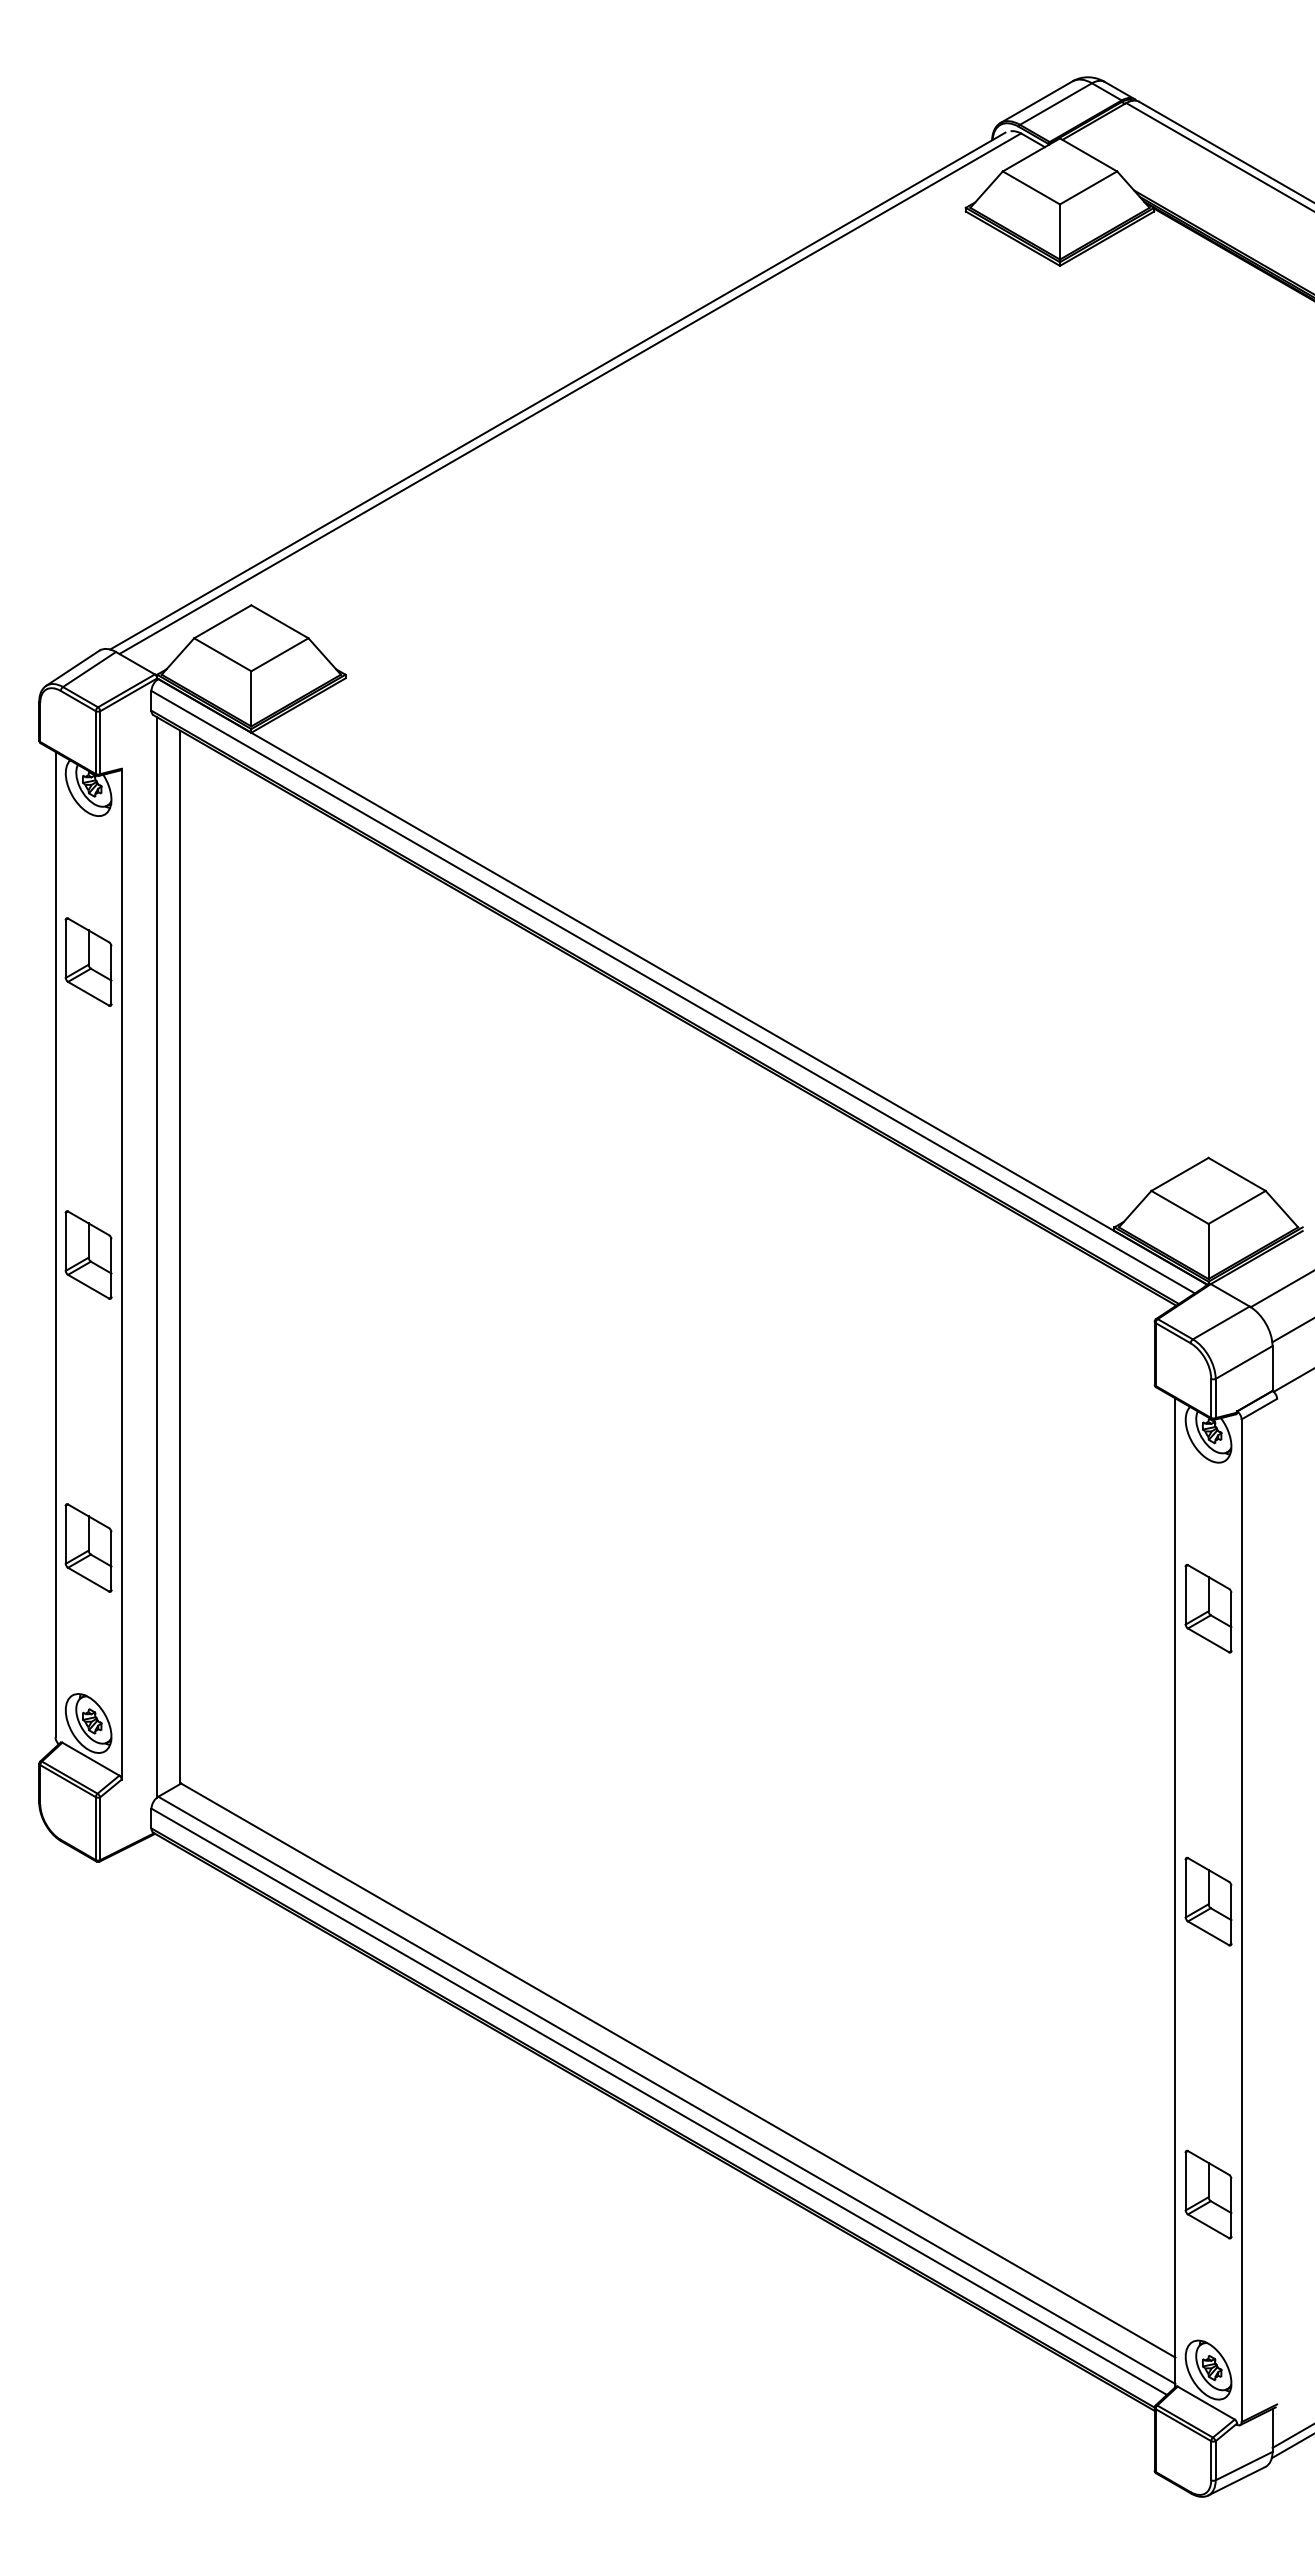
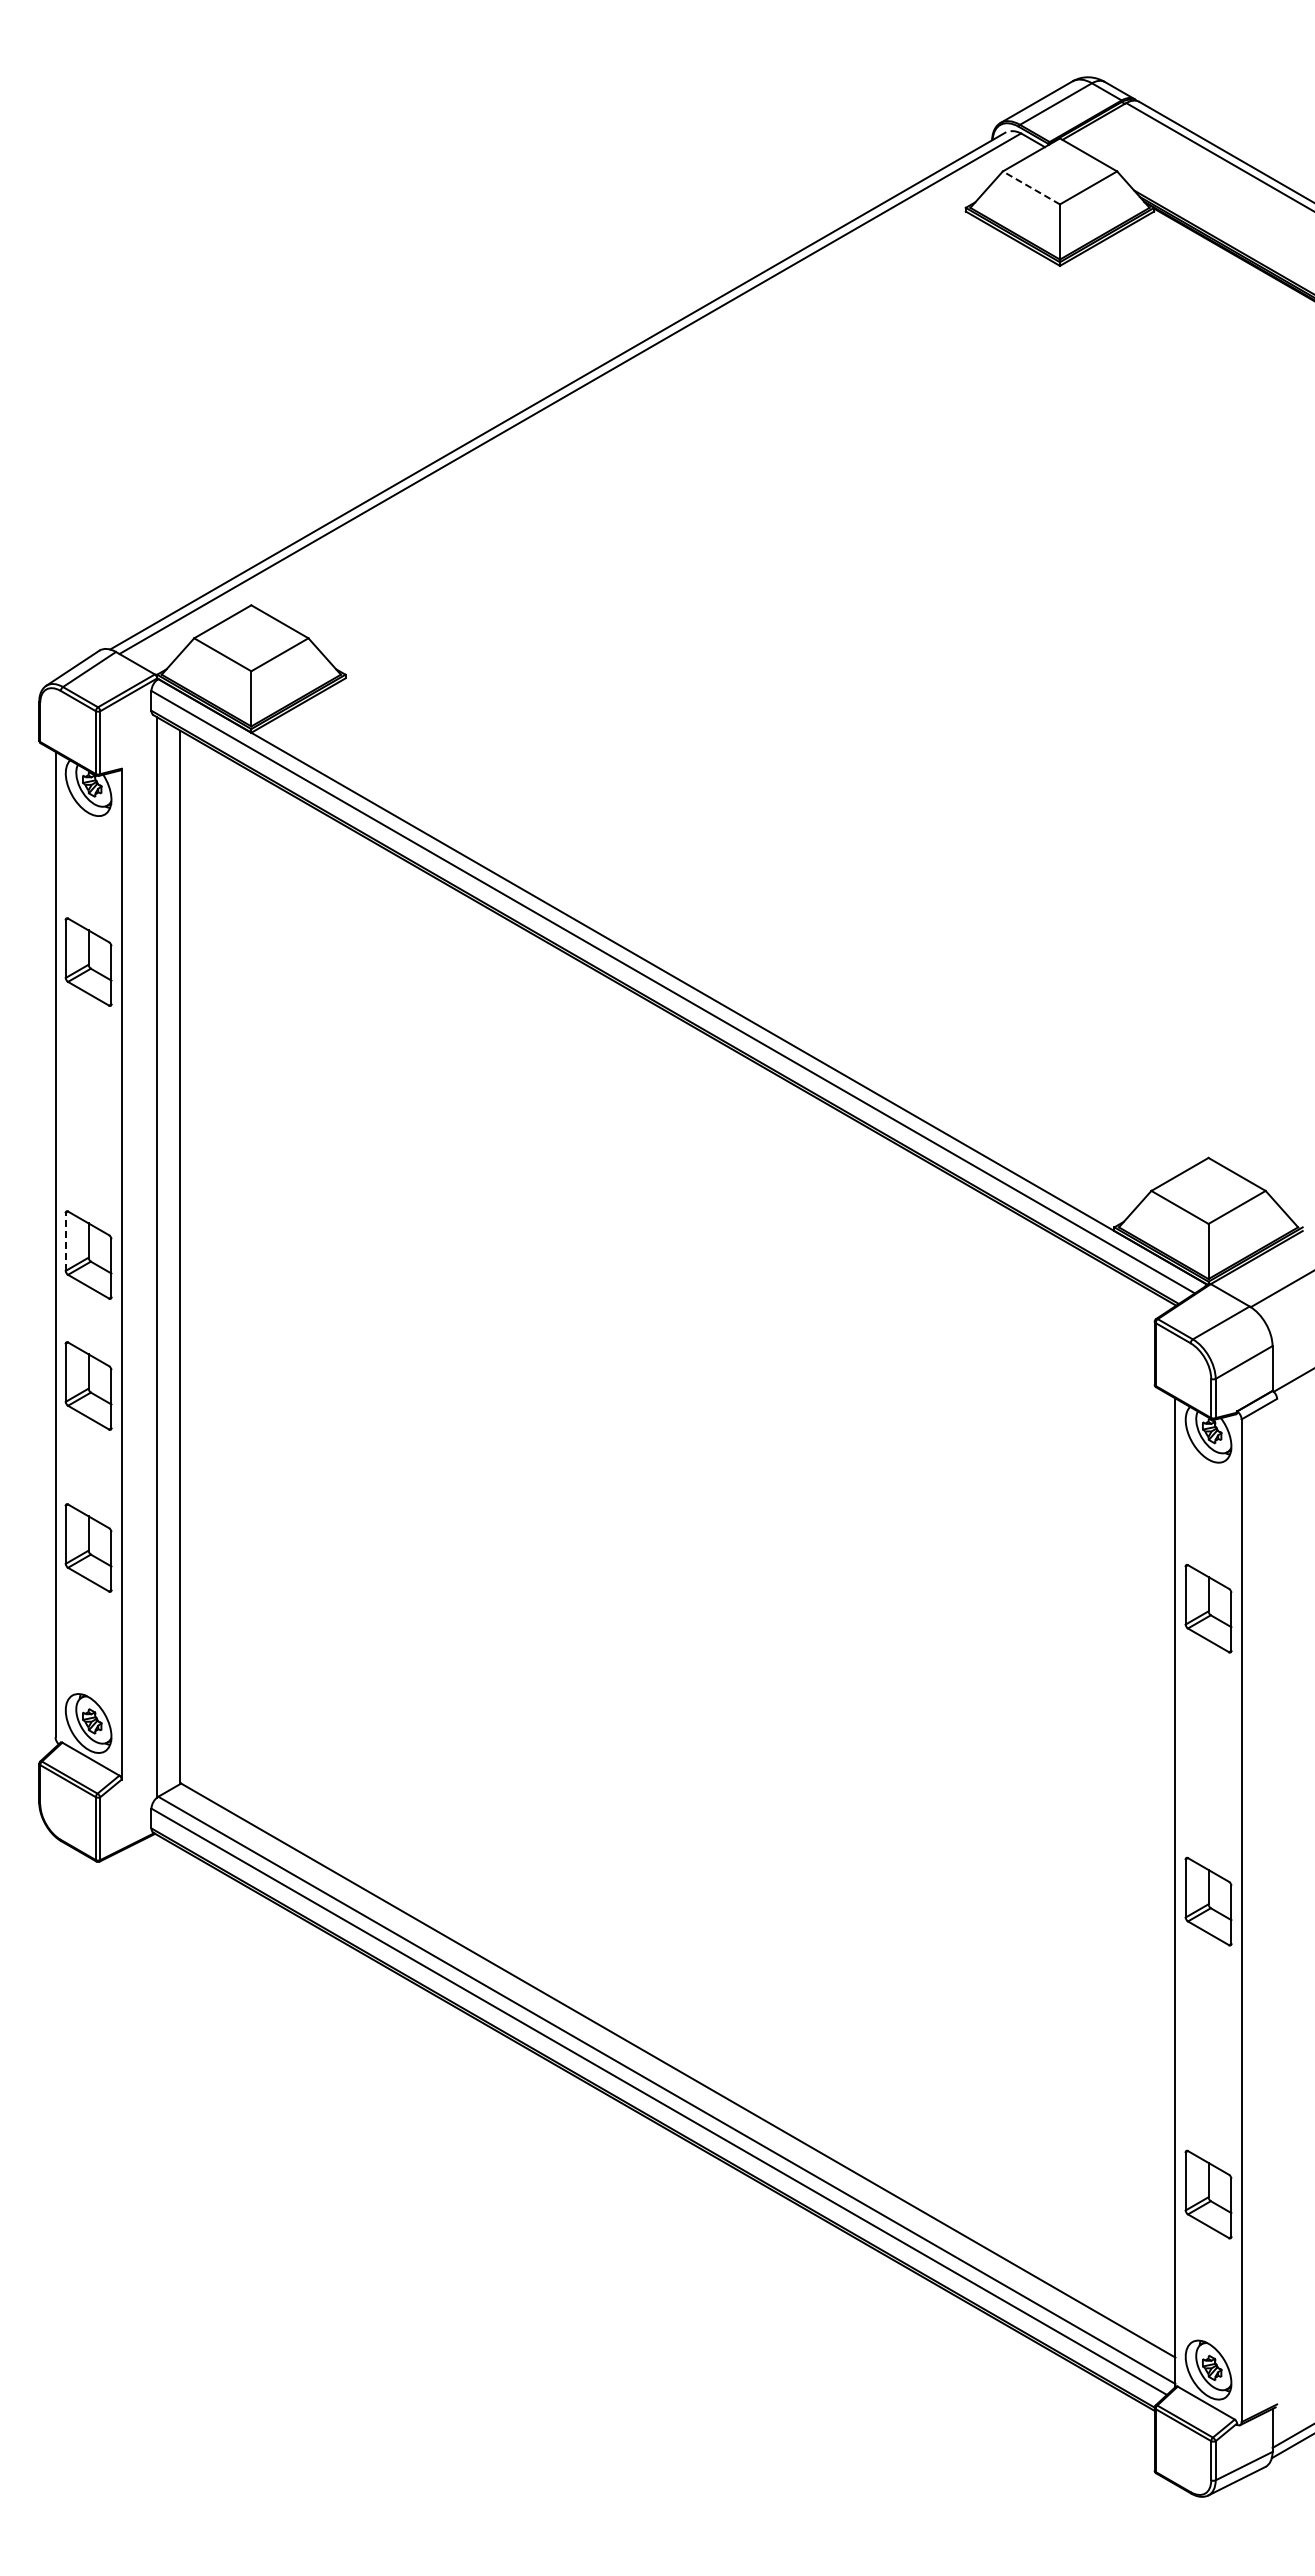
line at (1031, 187): solid -> dashed
line at (65, 1241): solid -> dashed
line at (1291, 1330): present -> none
part at (88, 1385): none -> present
